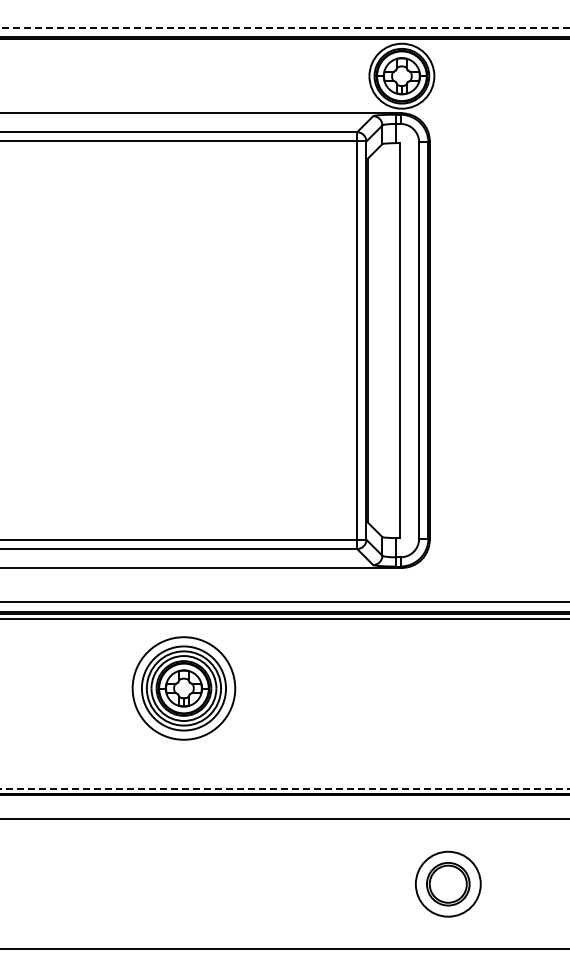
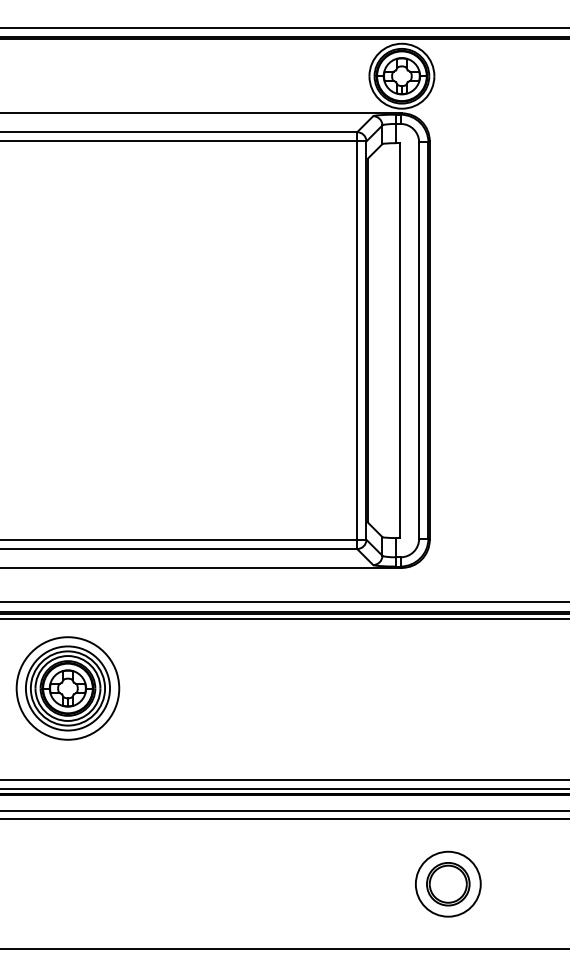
line at (285, 28): dashed -> solid
part at (183, 688) position: (183, 688) -> (67, 688)
line at (284, 779): none -> present
line at (284, 789): dashed -> solid
line at (284, 810): none -> present
